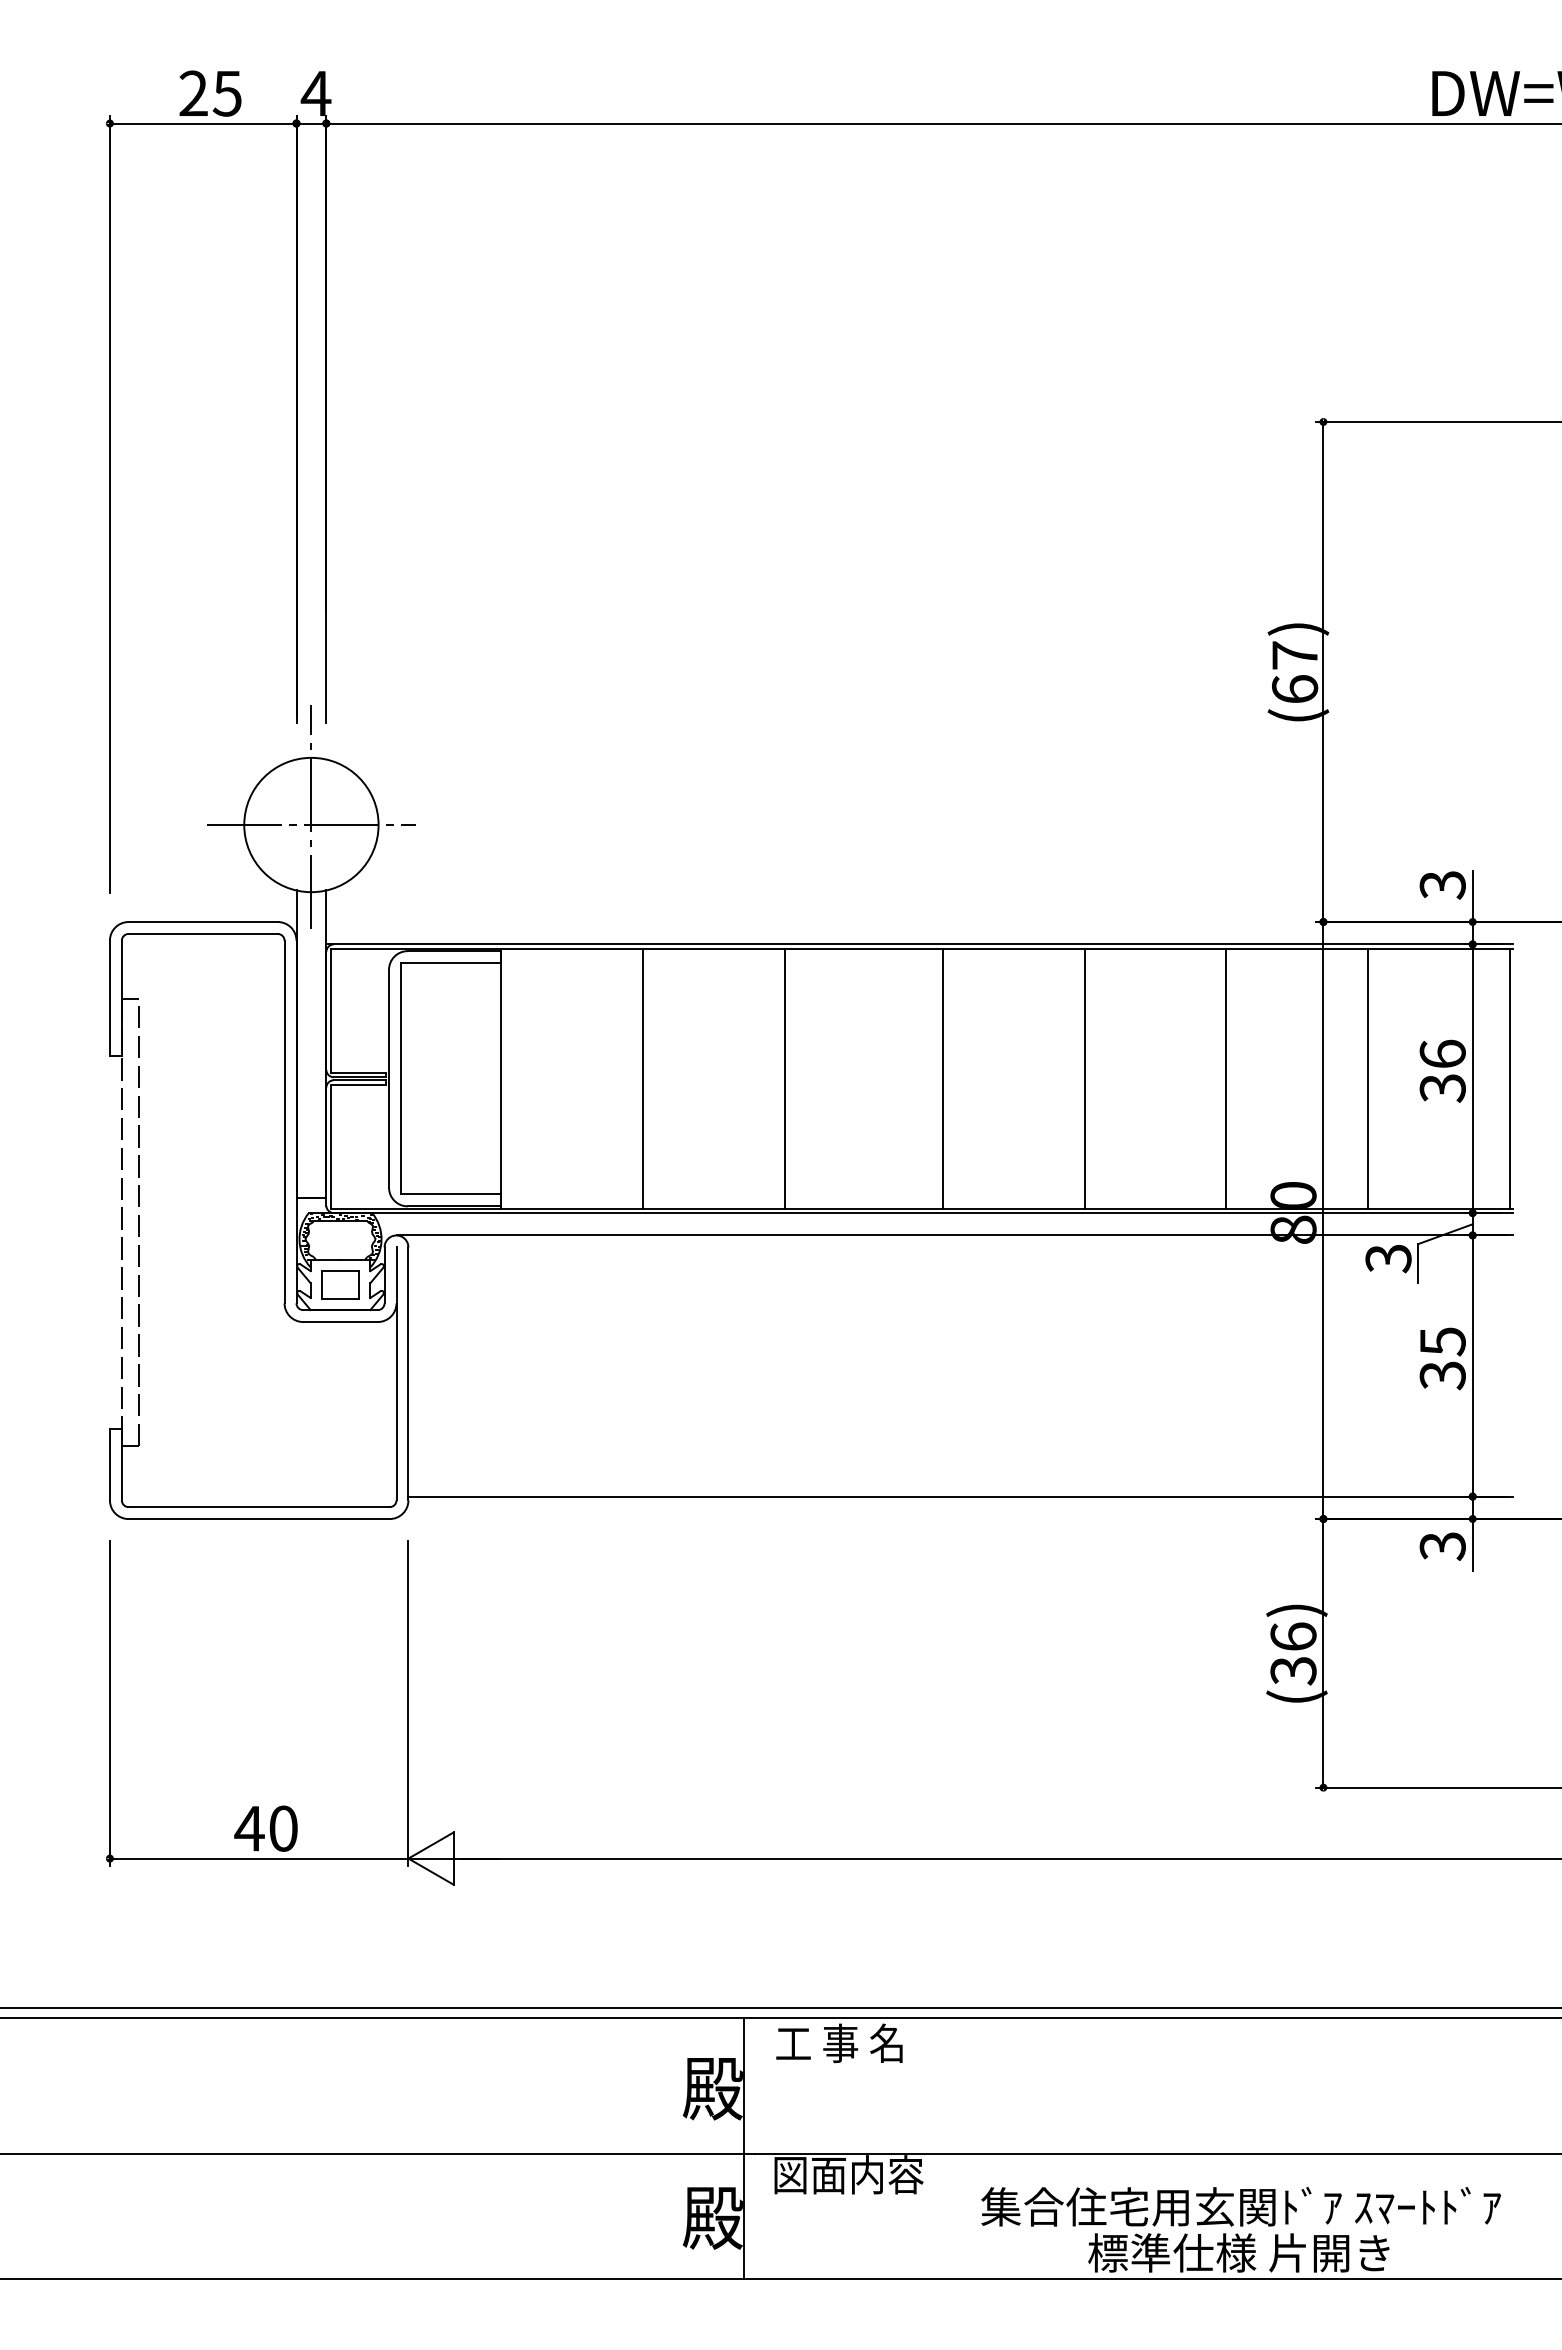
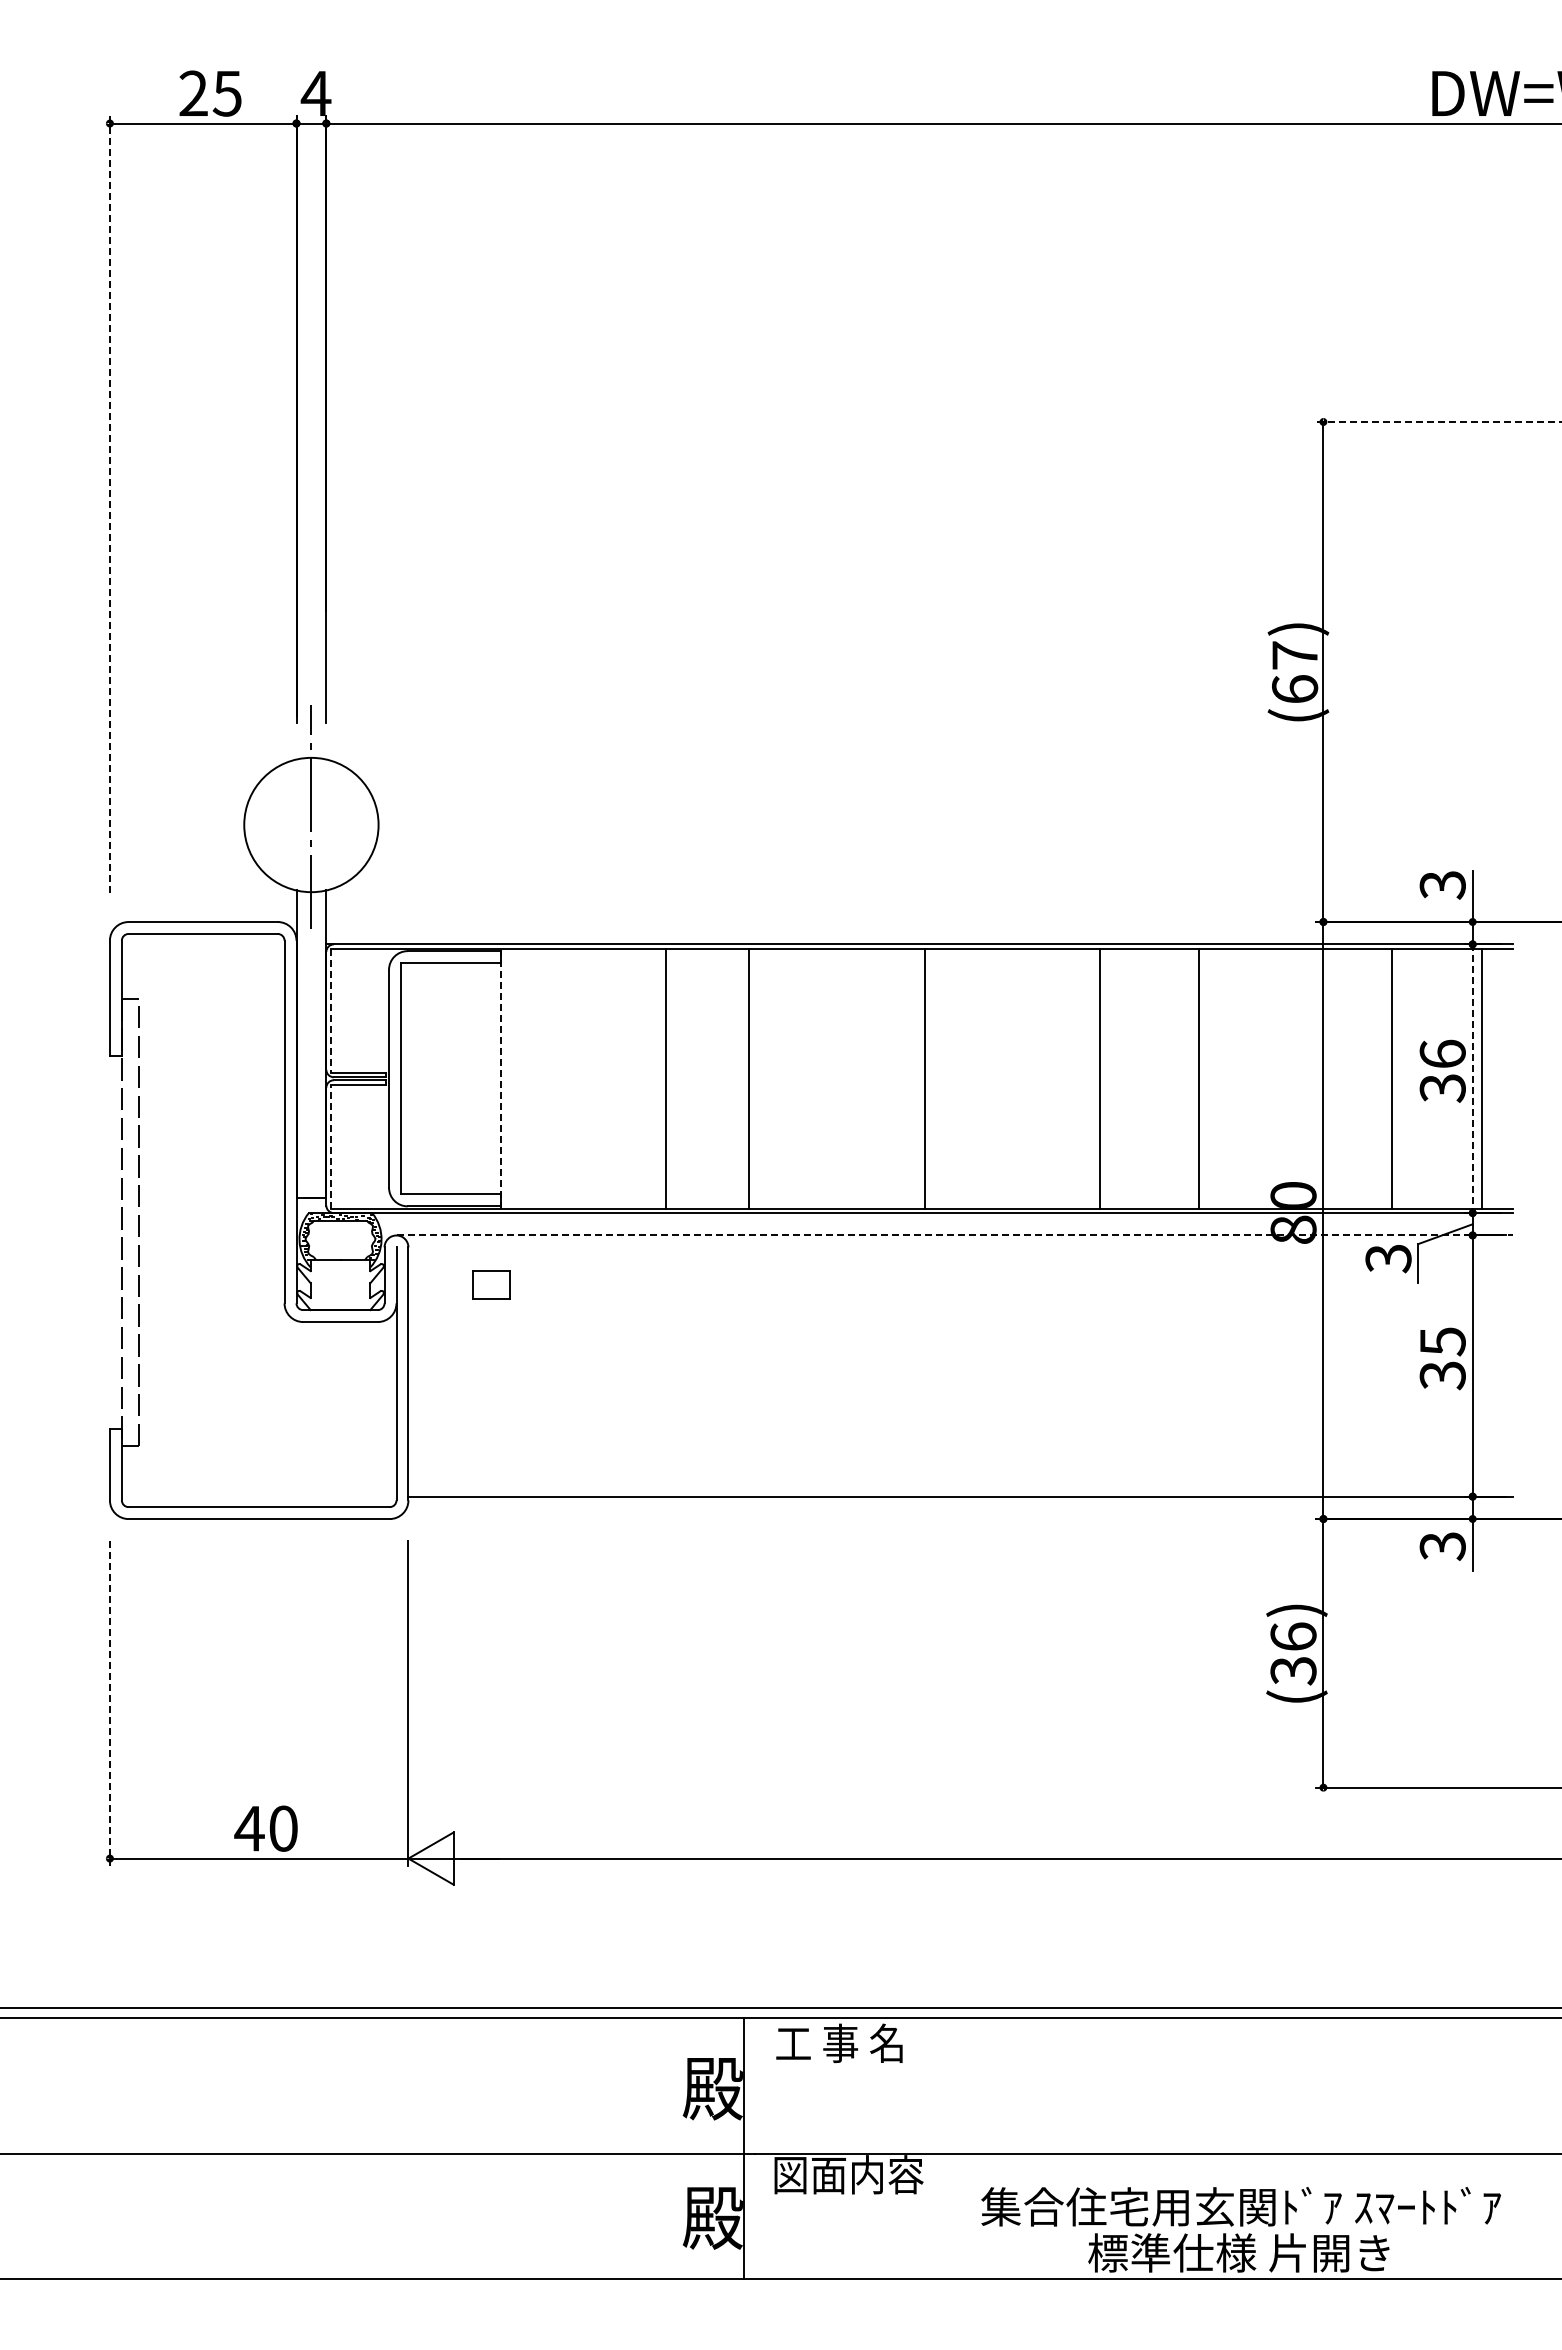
line at (1438, 422): solid -> dashed
line at (109, 504): solid -> dashed
line at (310, 825): present -> none
line at (330, 1010): solid -> dashed
line at (500, 1078): solid -> dashed
line at (642, 1078) position: (642, 1078) -> (665, 1078)
line at (784, 1078) position: (784, 1078) -> (748, 1078)
line at (942, 1078) position: (942, 1078) -> (924, 1078)
line at (1084, 1078) position: (1084, 1078) -> (1099, 1078)
line at (1226, 1078) position: (1226, 1078) -> (1199, 1078)
line at (1368, 1078) position: (1368, 1078) -> (1392, 1078)
line at (1510, 1078) position: (1510, 1078) -> (1482, 1078)
line at (1472, 1079): solid -> dashed
line at (330, 1146): solid -> dashed
line at (955, 1235): solid -> dashed
part at (340, 1284) position: (340, 1284) -> (491, 1284)
line at (109, 1704): solid -> dashed
